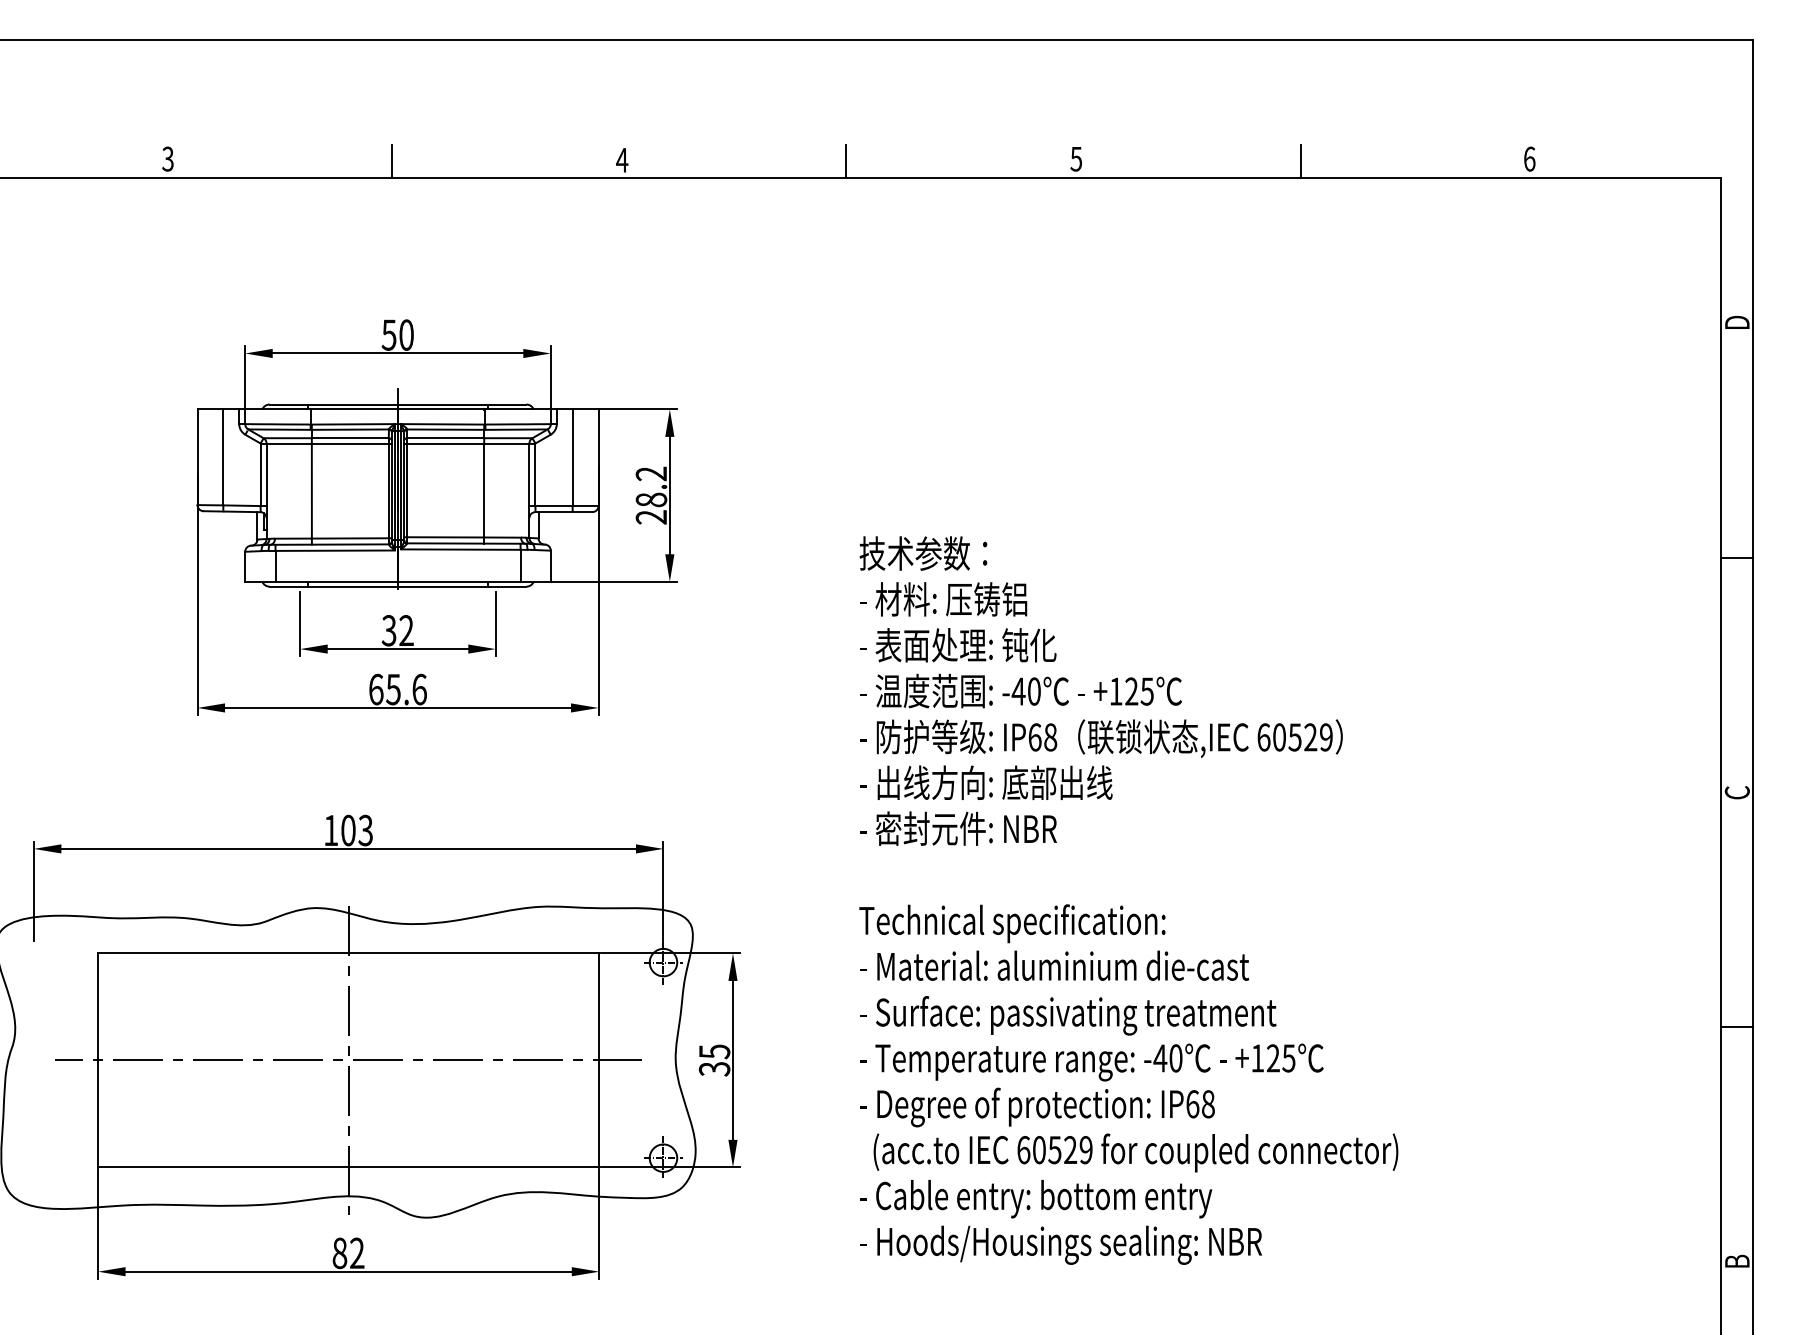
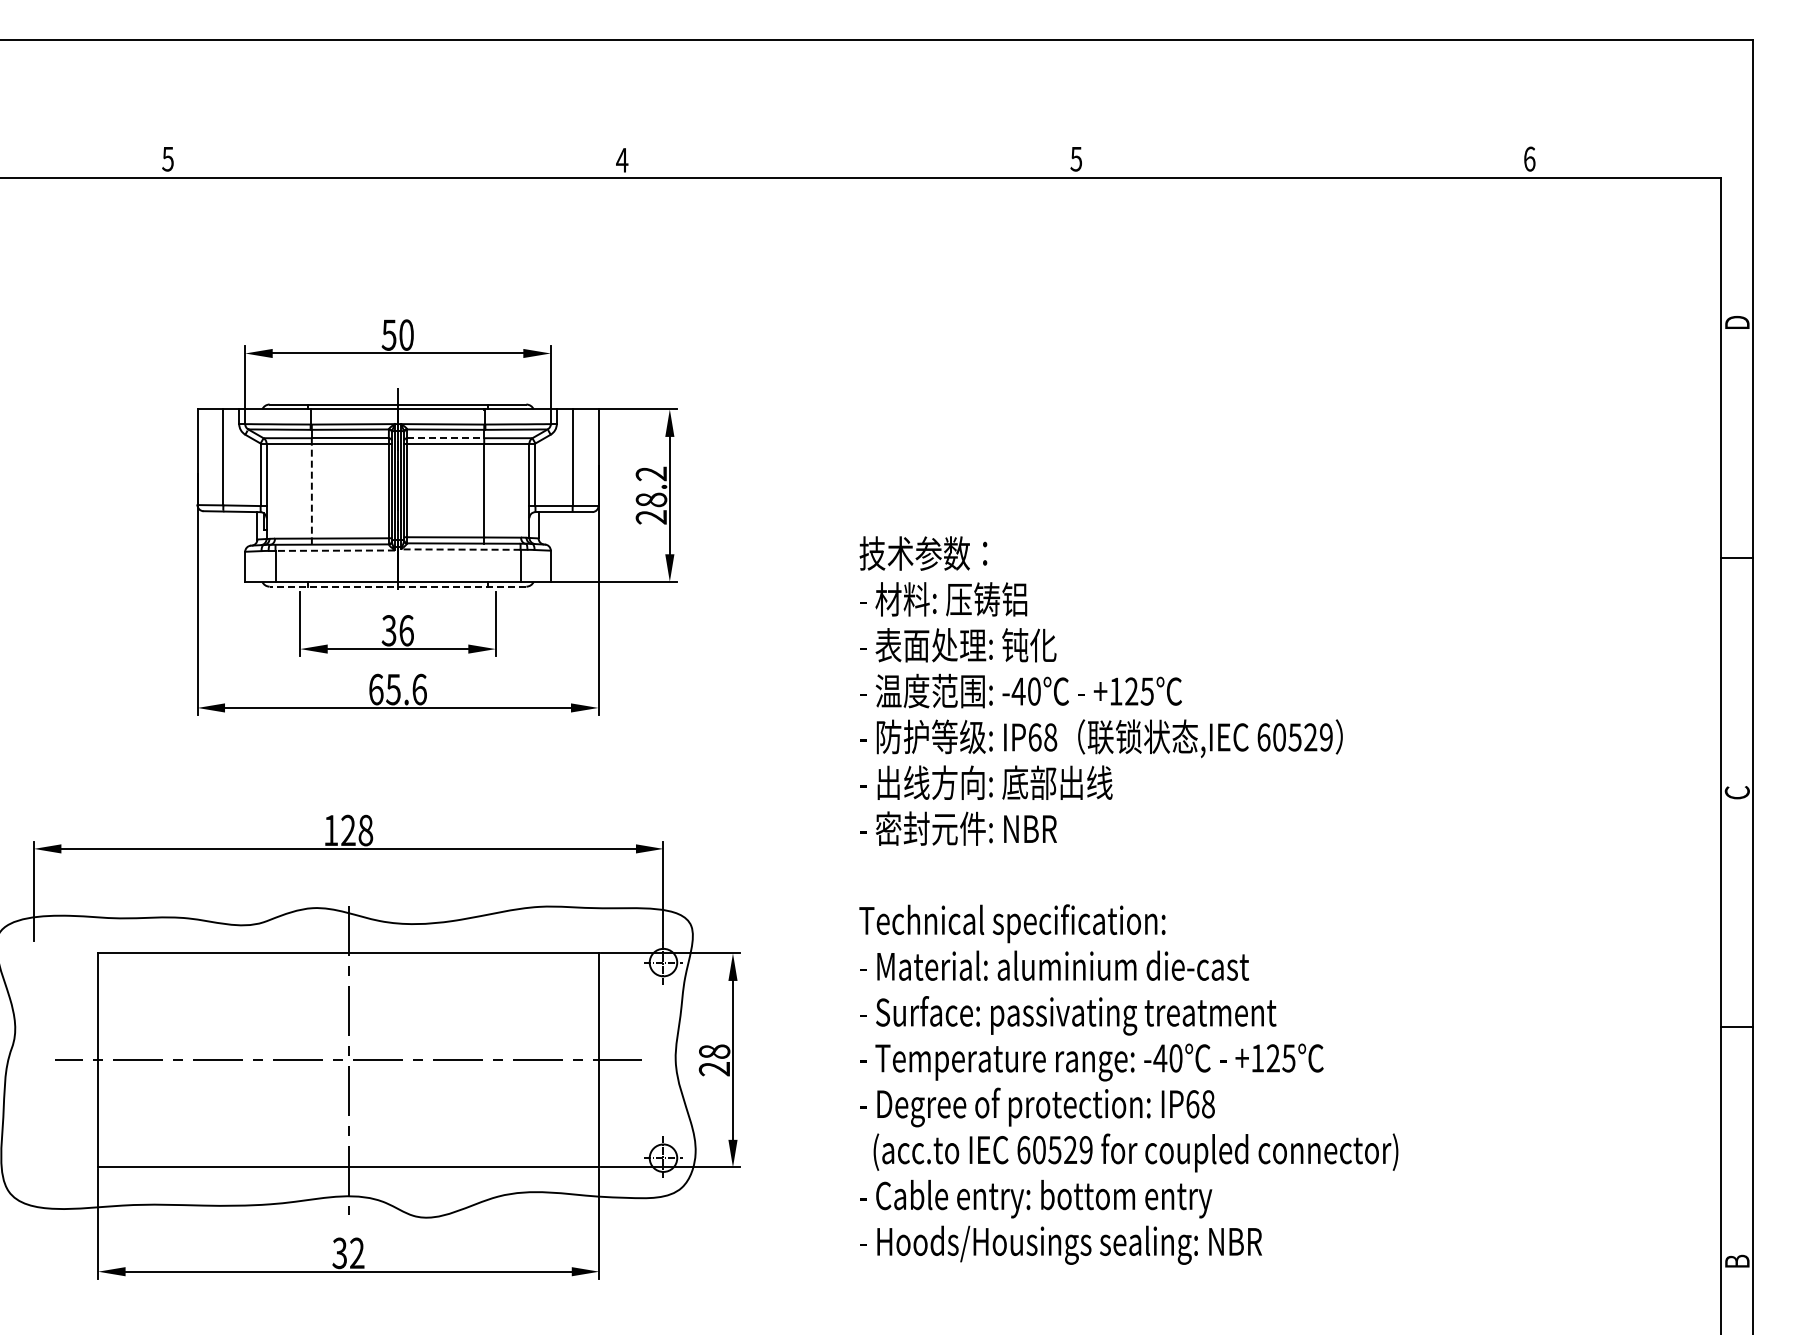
text at (167, 158): 3 -> 5
line at (392, 161): present -> none
line at (846, 161): present -> none
line at (1300, 161): present -> none
line at (445, 438): solid -> dashed
line at (311, 494): solid -> dashed
line at (460, 549): solid -> dashed
line at (335, 550): solid -> dashed
line at (397, 586): solid -> dashed
text at (406, 630): 32 -> 36
text at (357, 830): 103 -> 128
text at (714, 1060): 35 -> 28
text at (339, 1252): 82 -> 32
